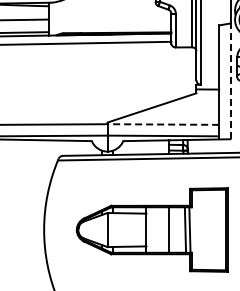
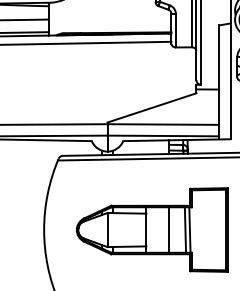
line at (230, 81): dashed -> solid
line at (163, 124): dashed -> solid
